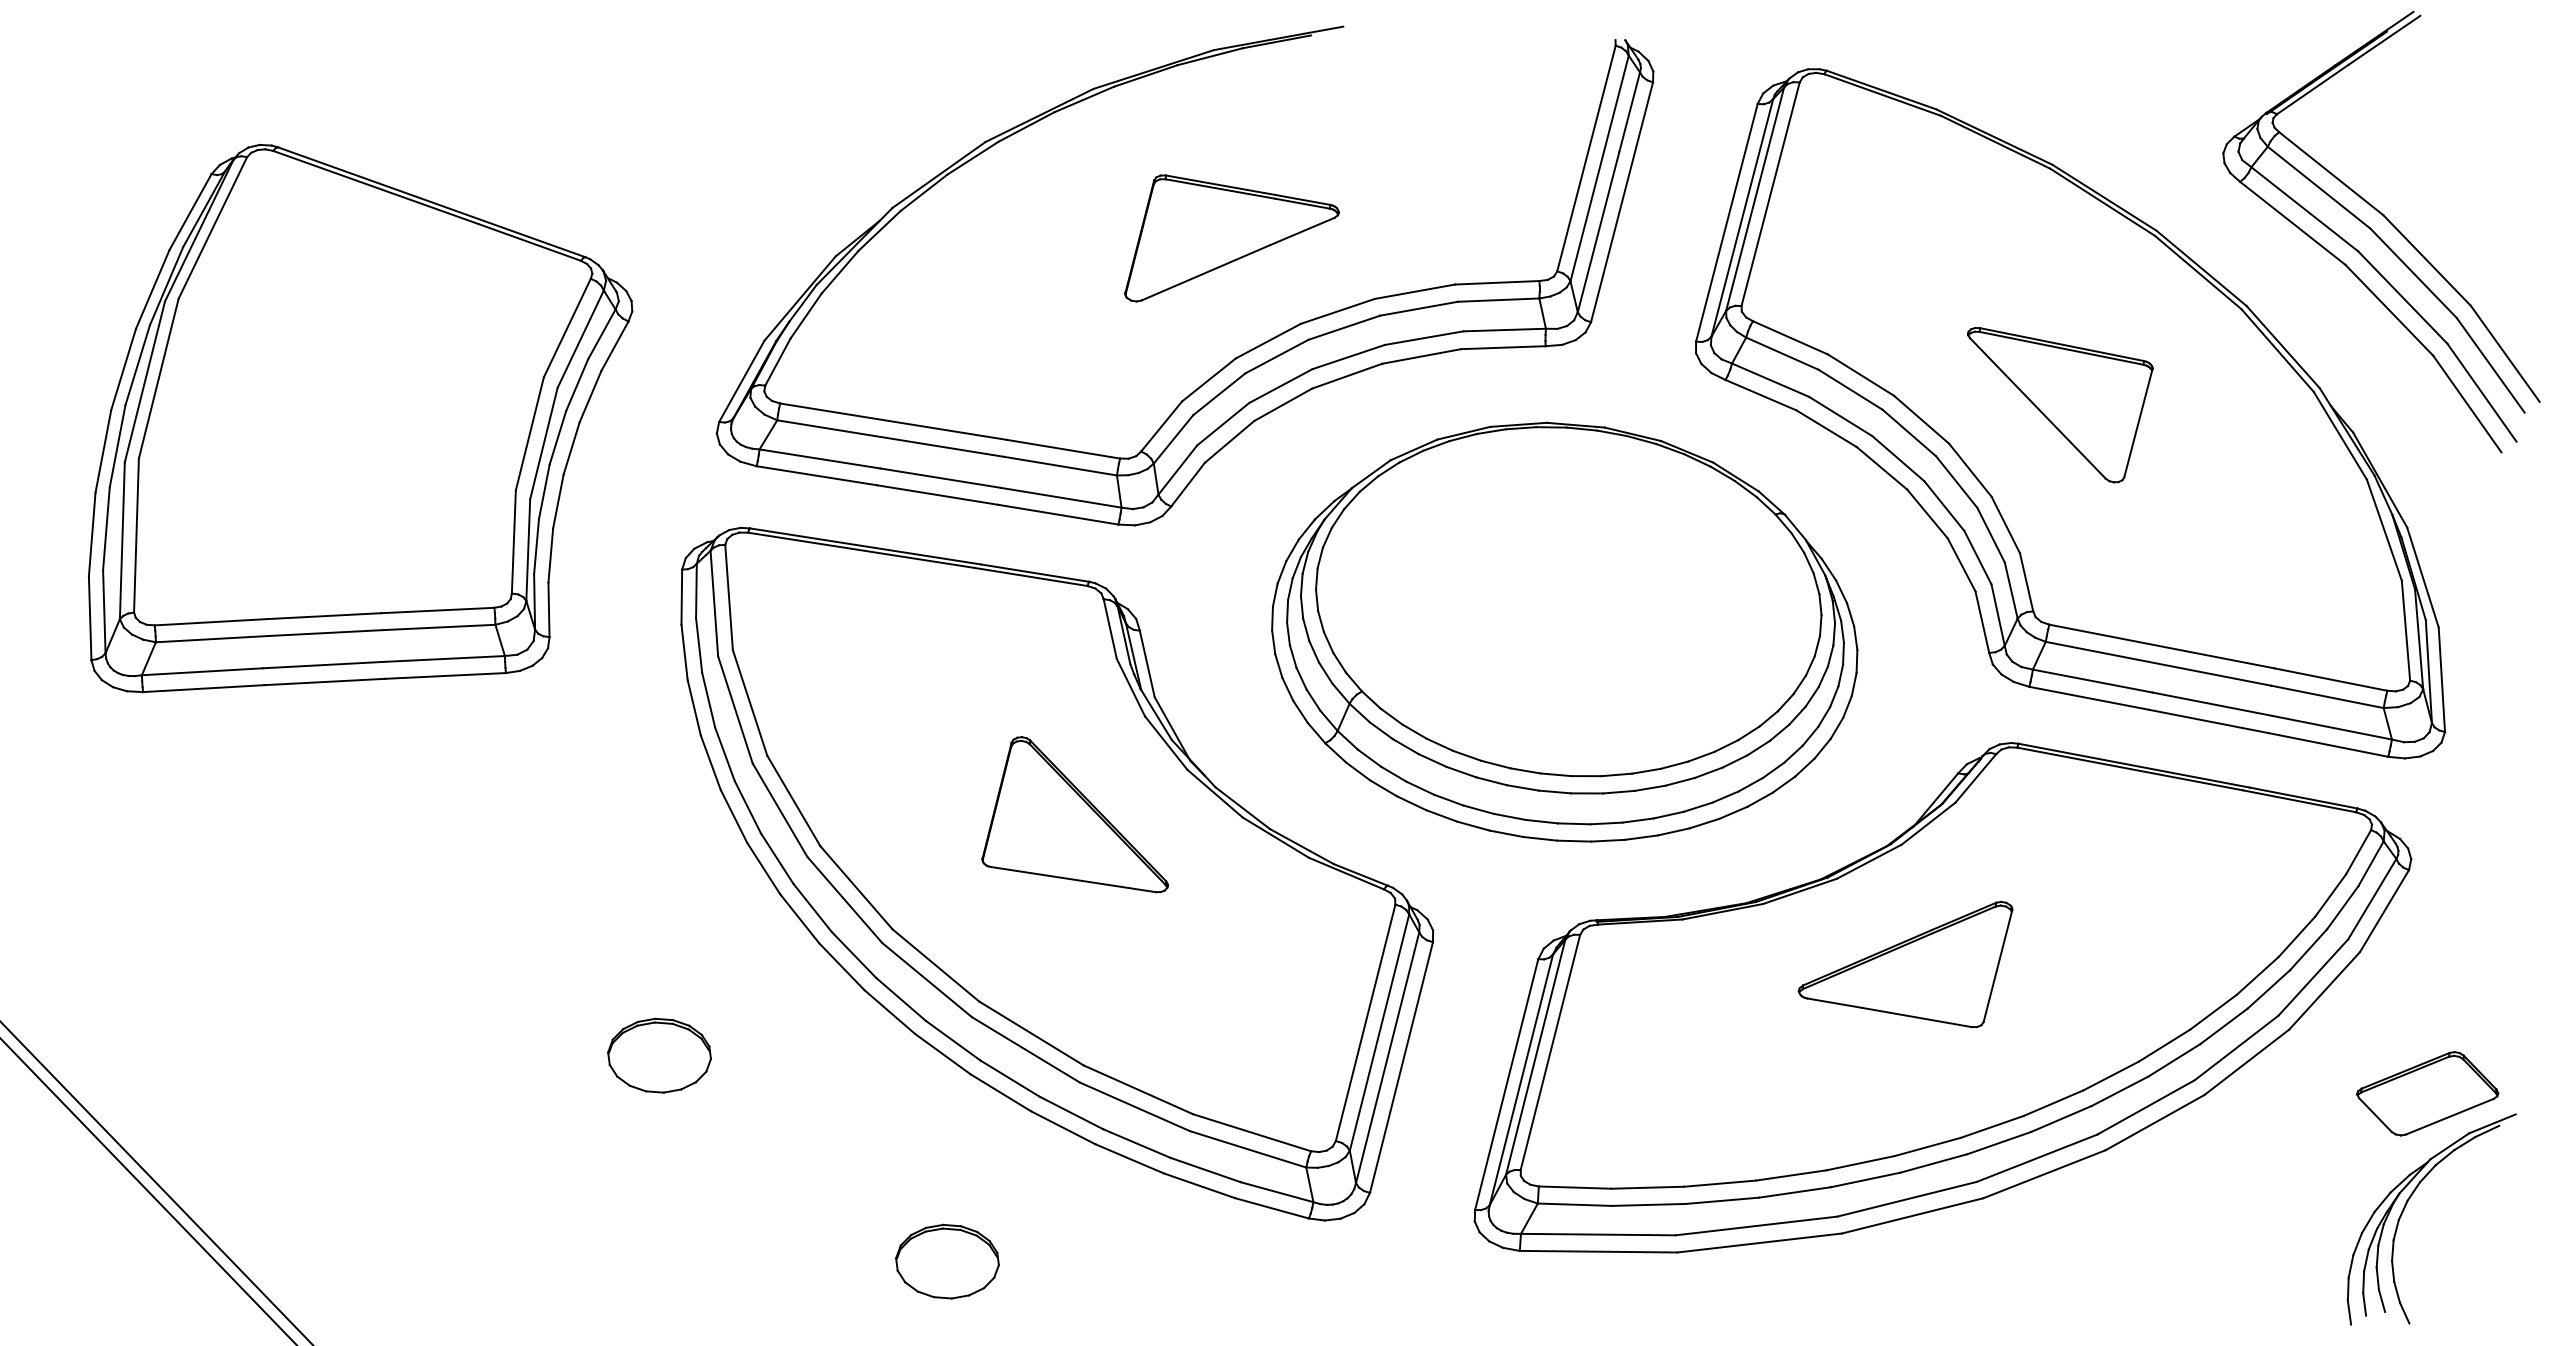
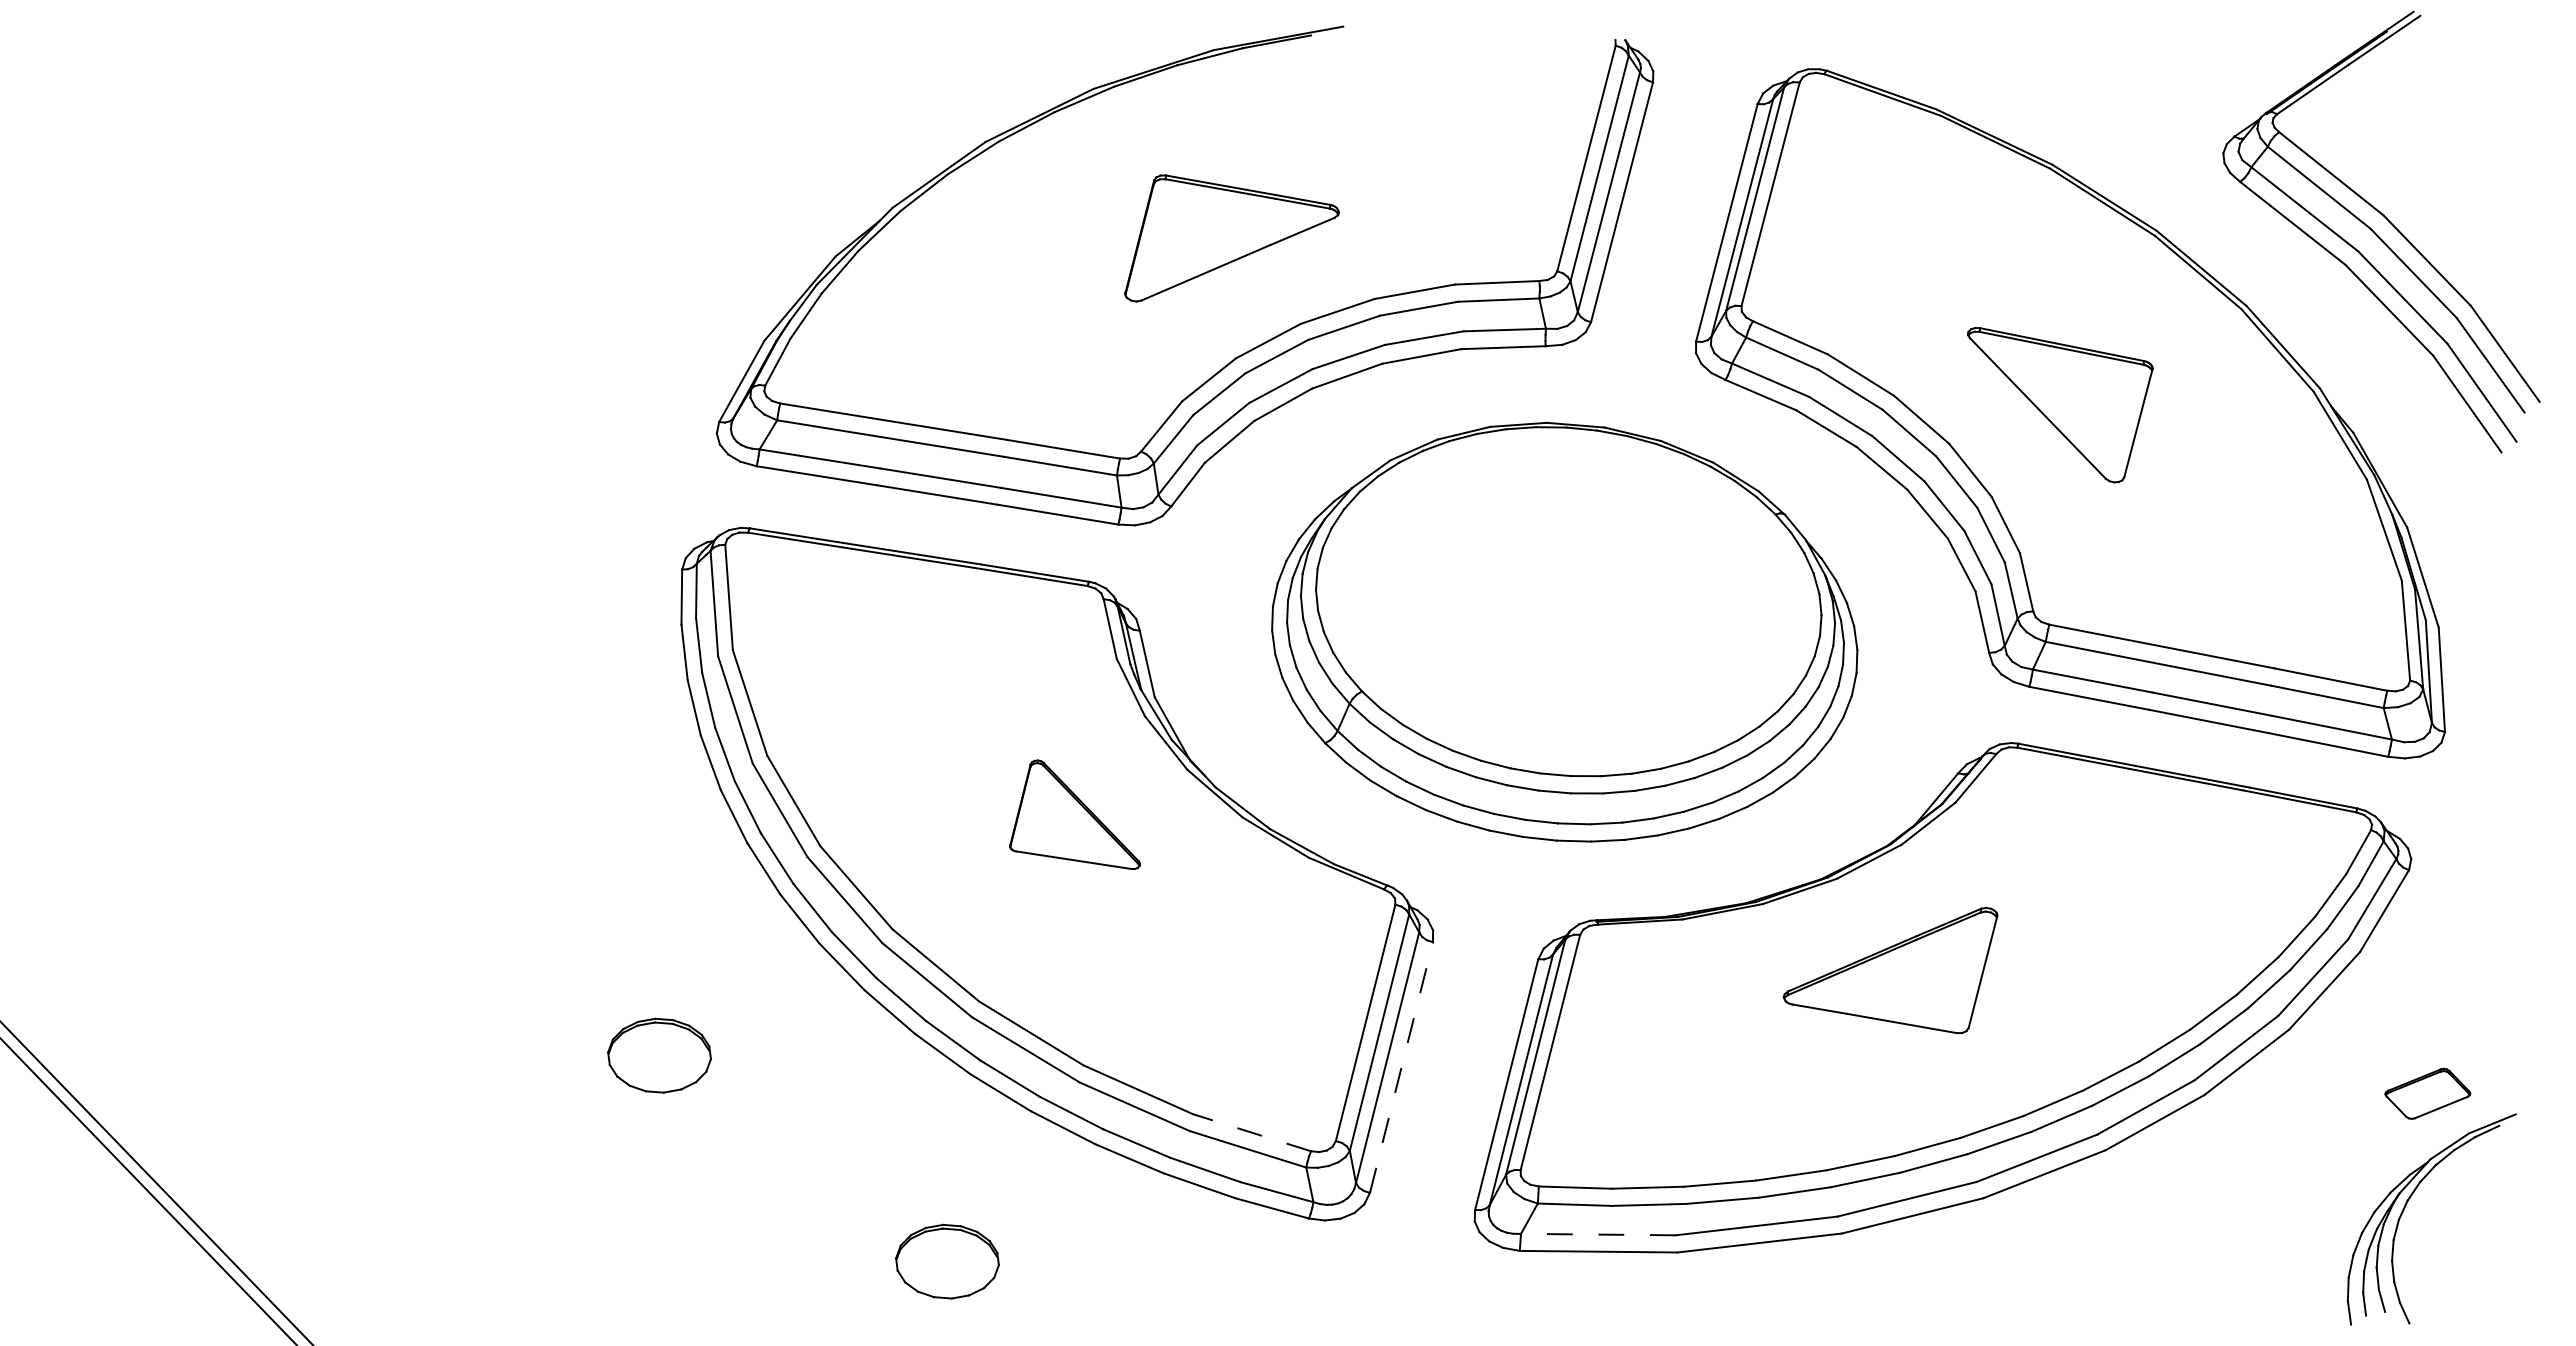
part at (360, 418): present -> none
part at (1074, 814) size: 188x158 px -> 132x111 px
part at (1905, 964) position: (1905, 964) -> (1890, 970)
line at (1401, 1067): solid -> dashed
part at (2427, 1093) size: 144x86 px -> 88x53 px
line at (1252, 1132): solid -> dashed
line at (1594, 1234): solid -> dashed
